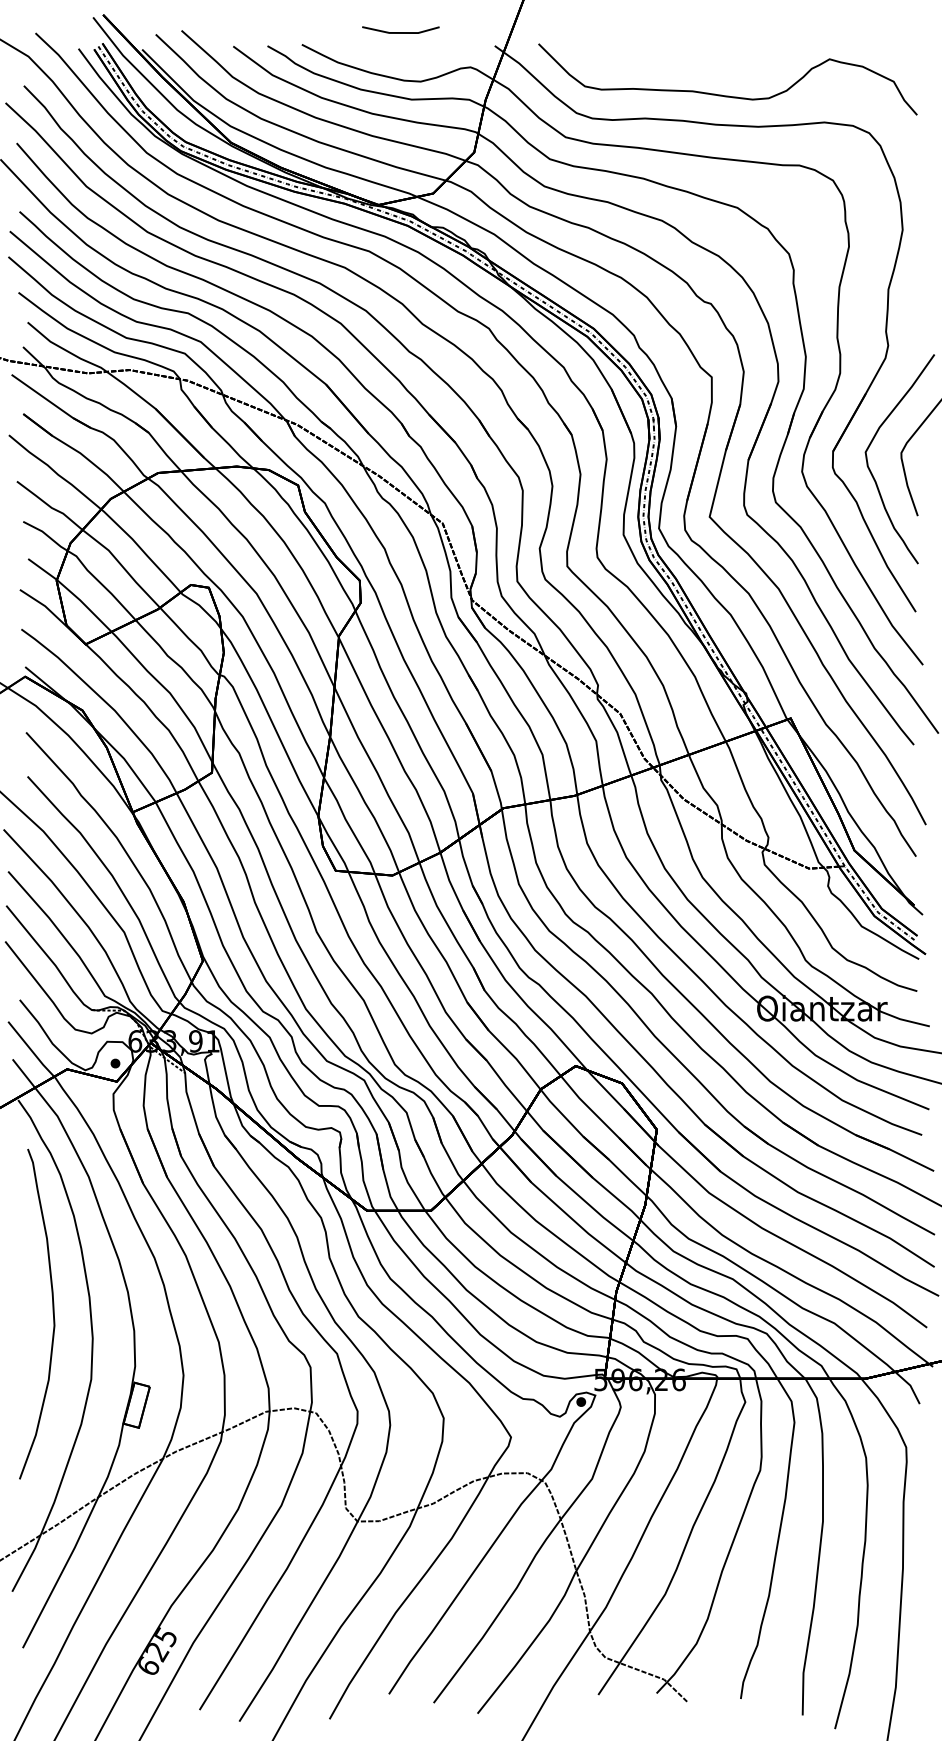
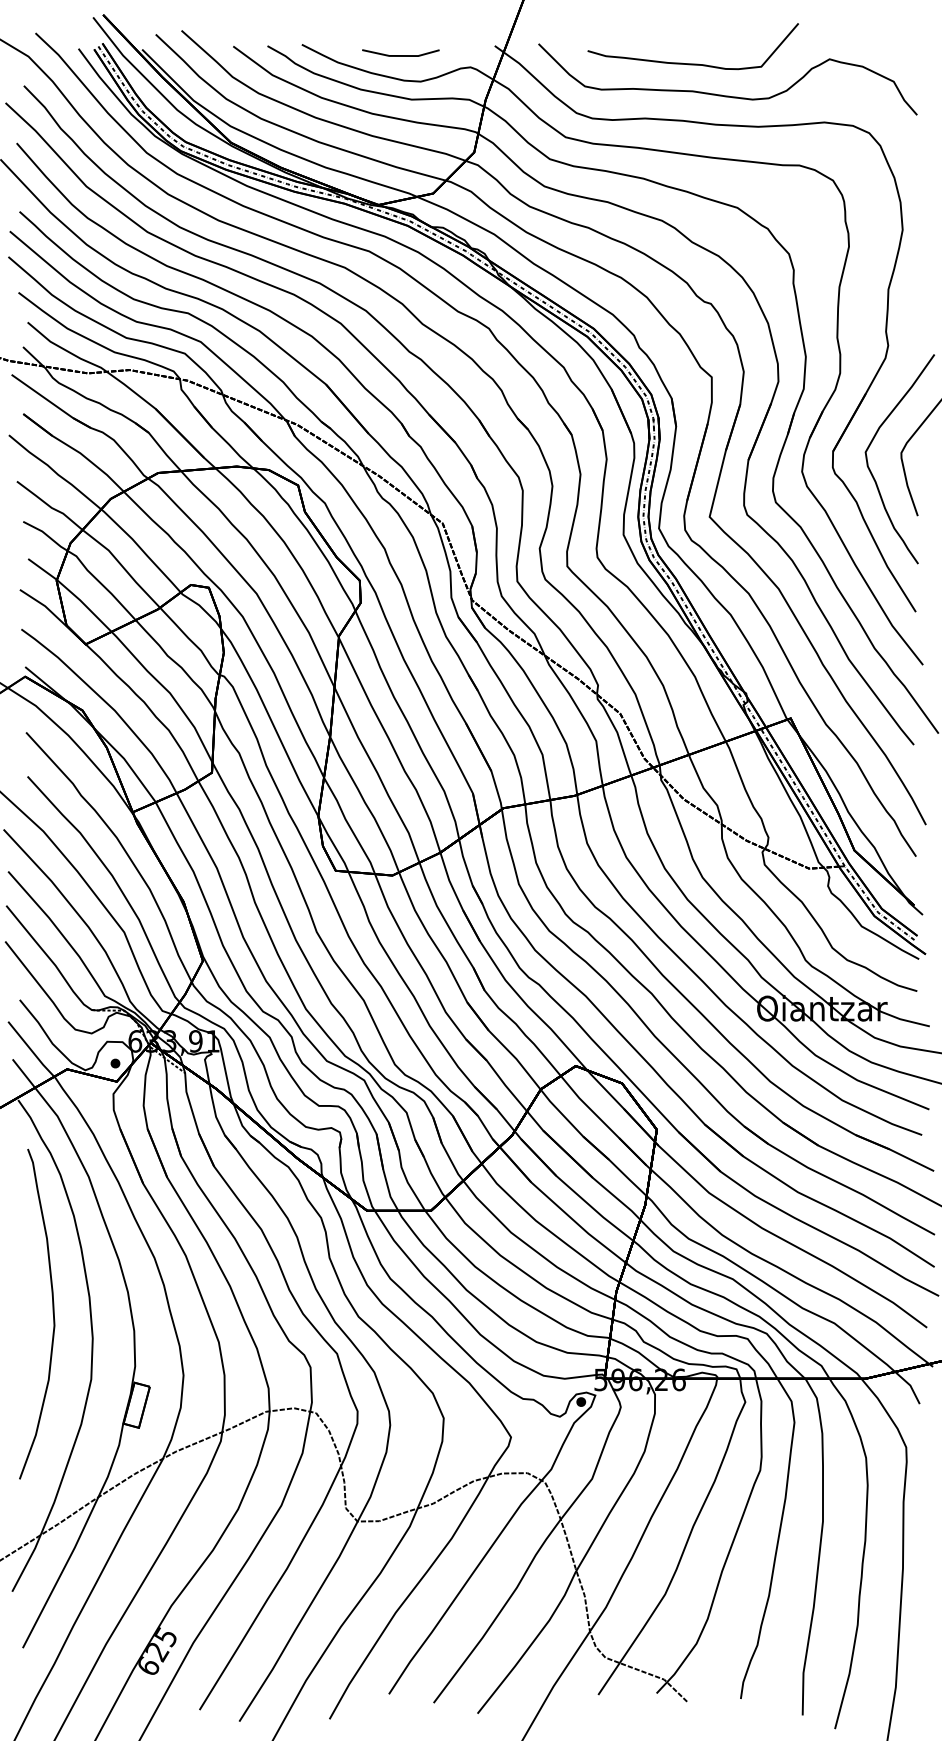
line at (400, 32) position: (400, 32) -> (400, 55)
curve at (692, 63): none -> present
